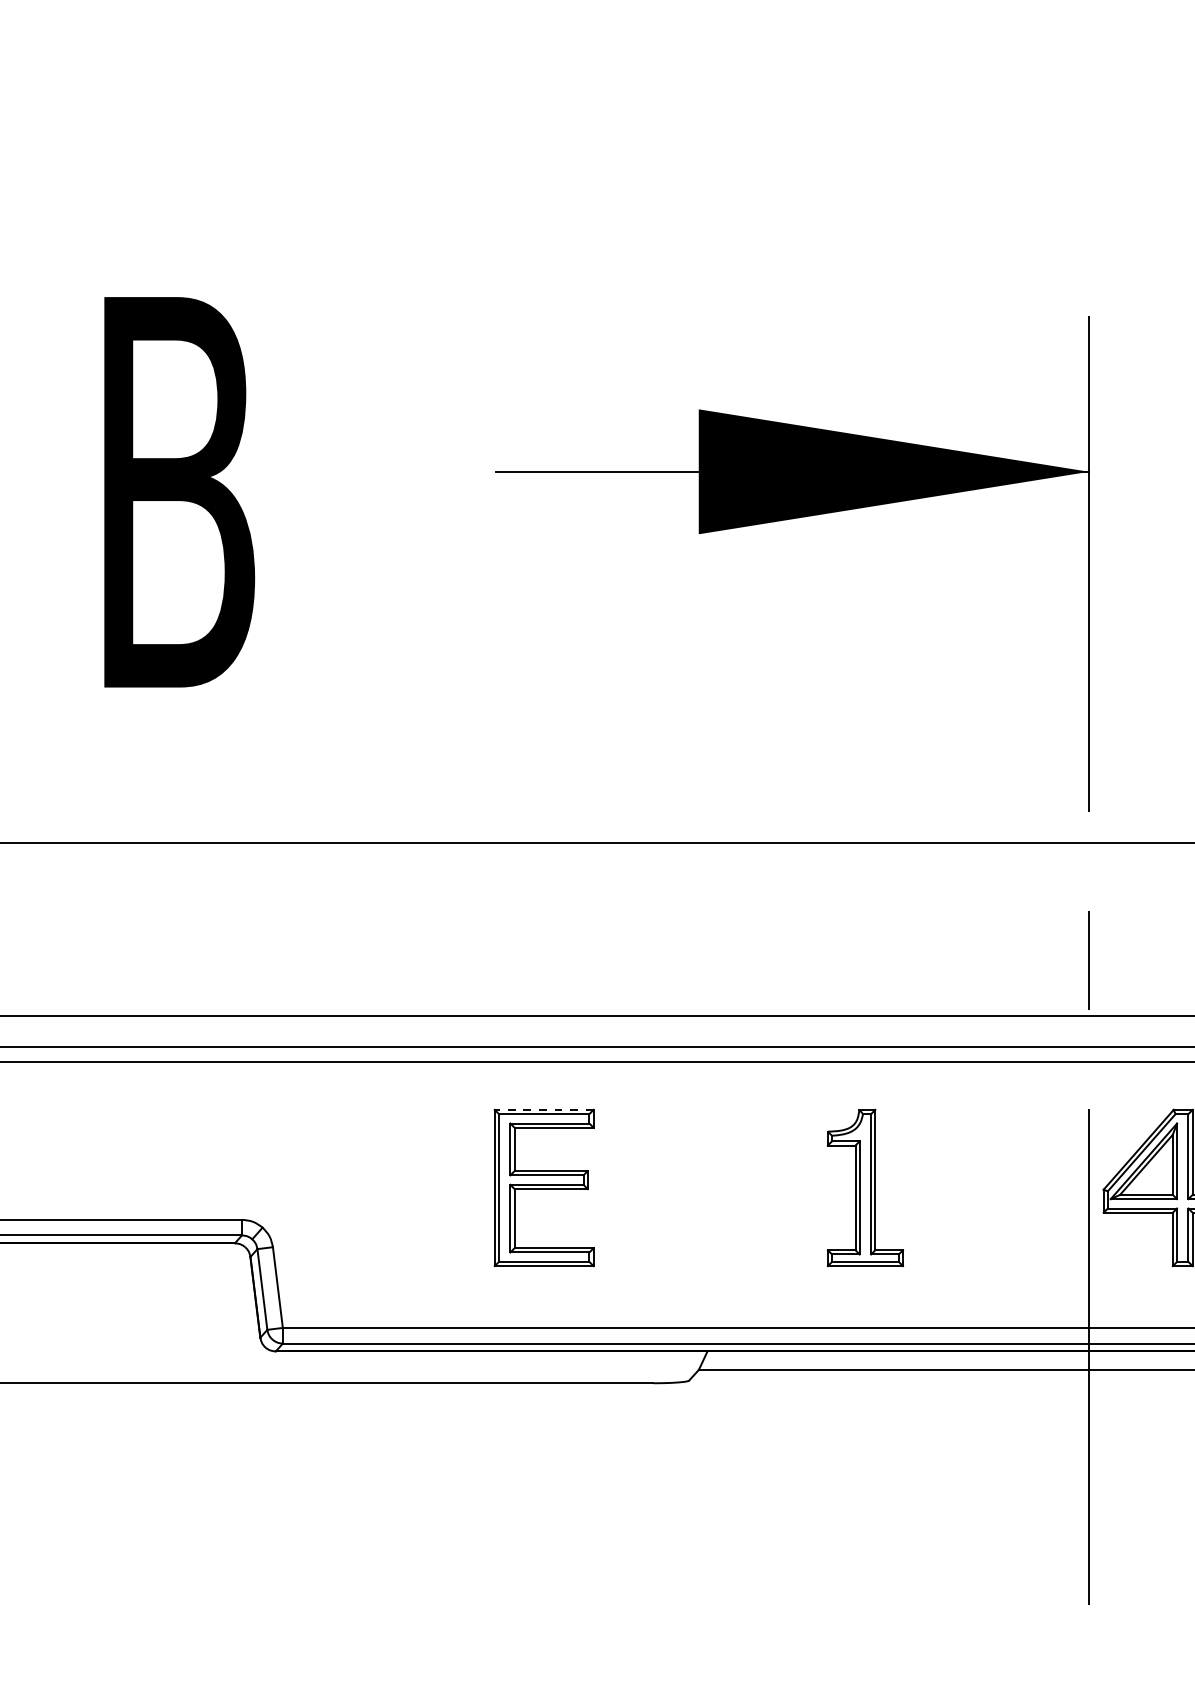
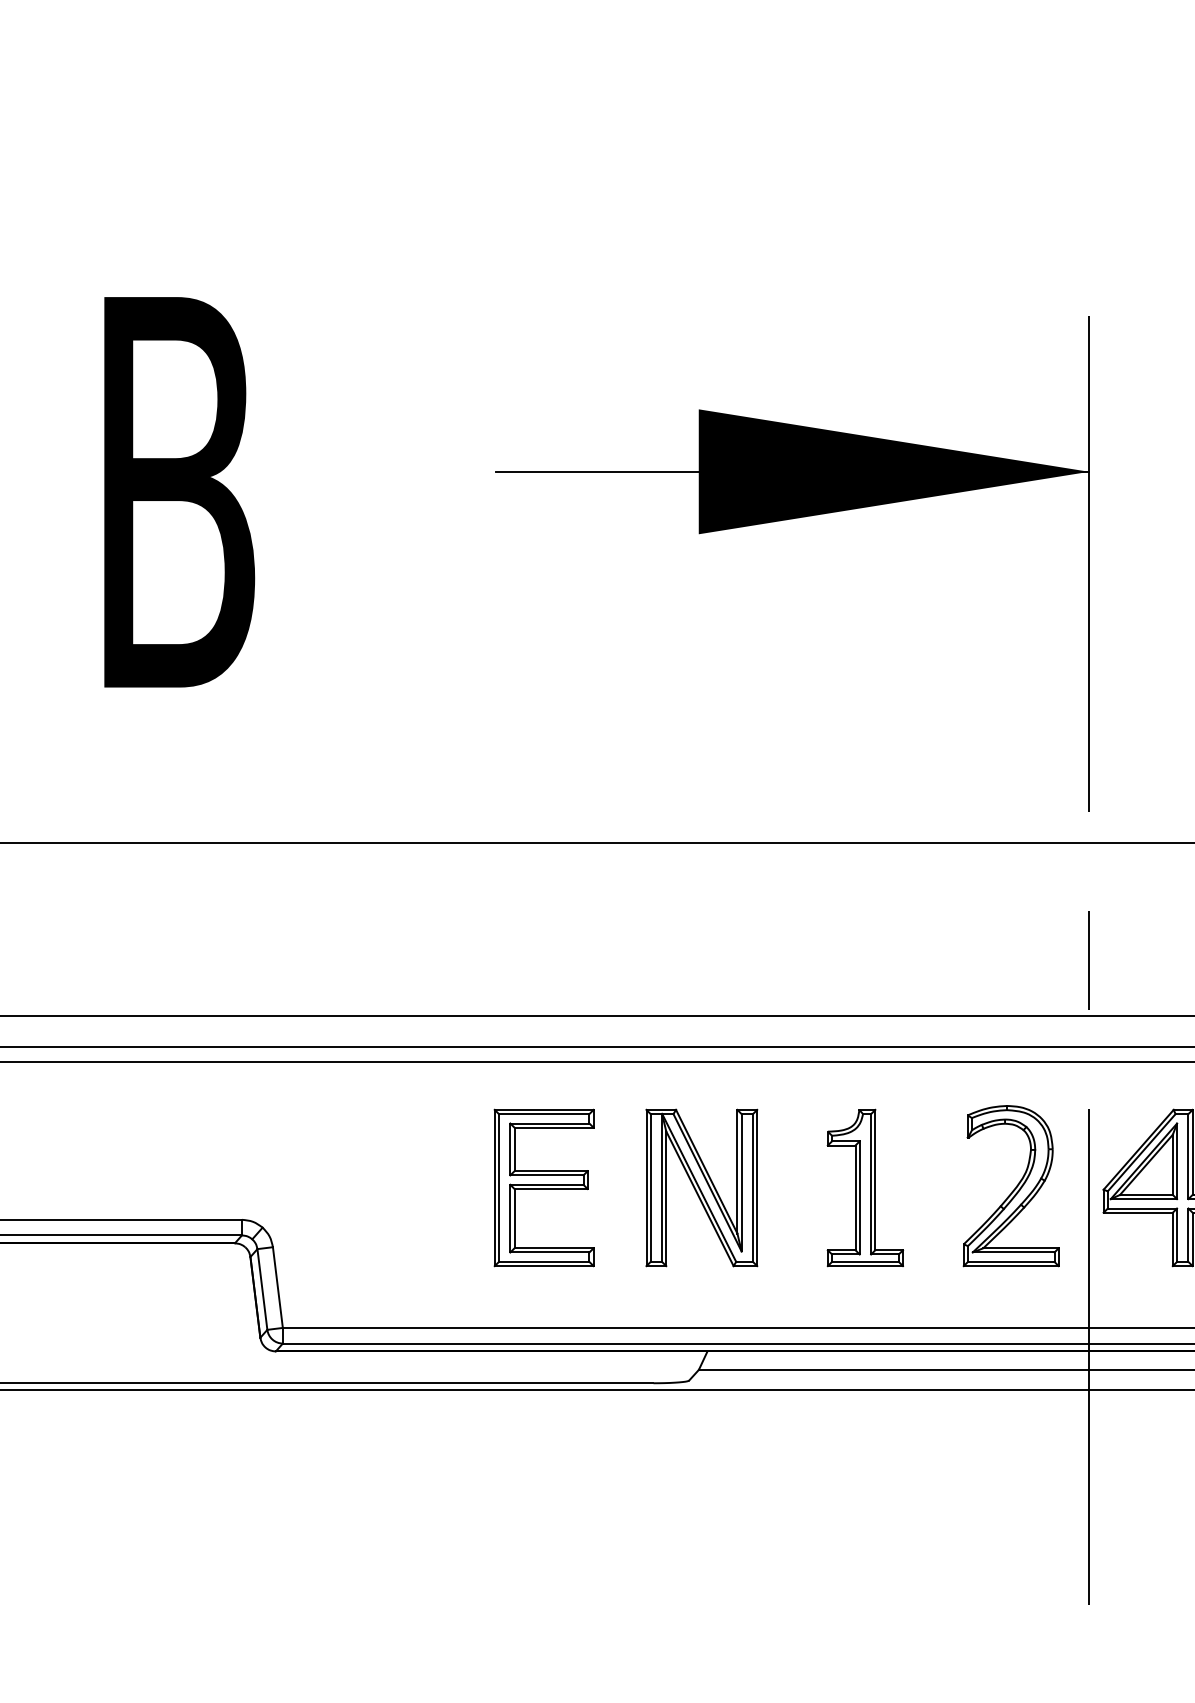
line at (543, 1109): dashed -> solid
part at (1010, 1186): none -> present
part at (701, 1187): none -> present
line at (596, 1390): none -> present
